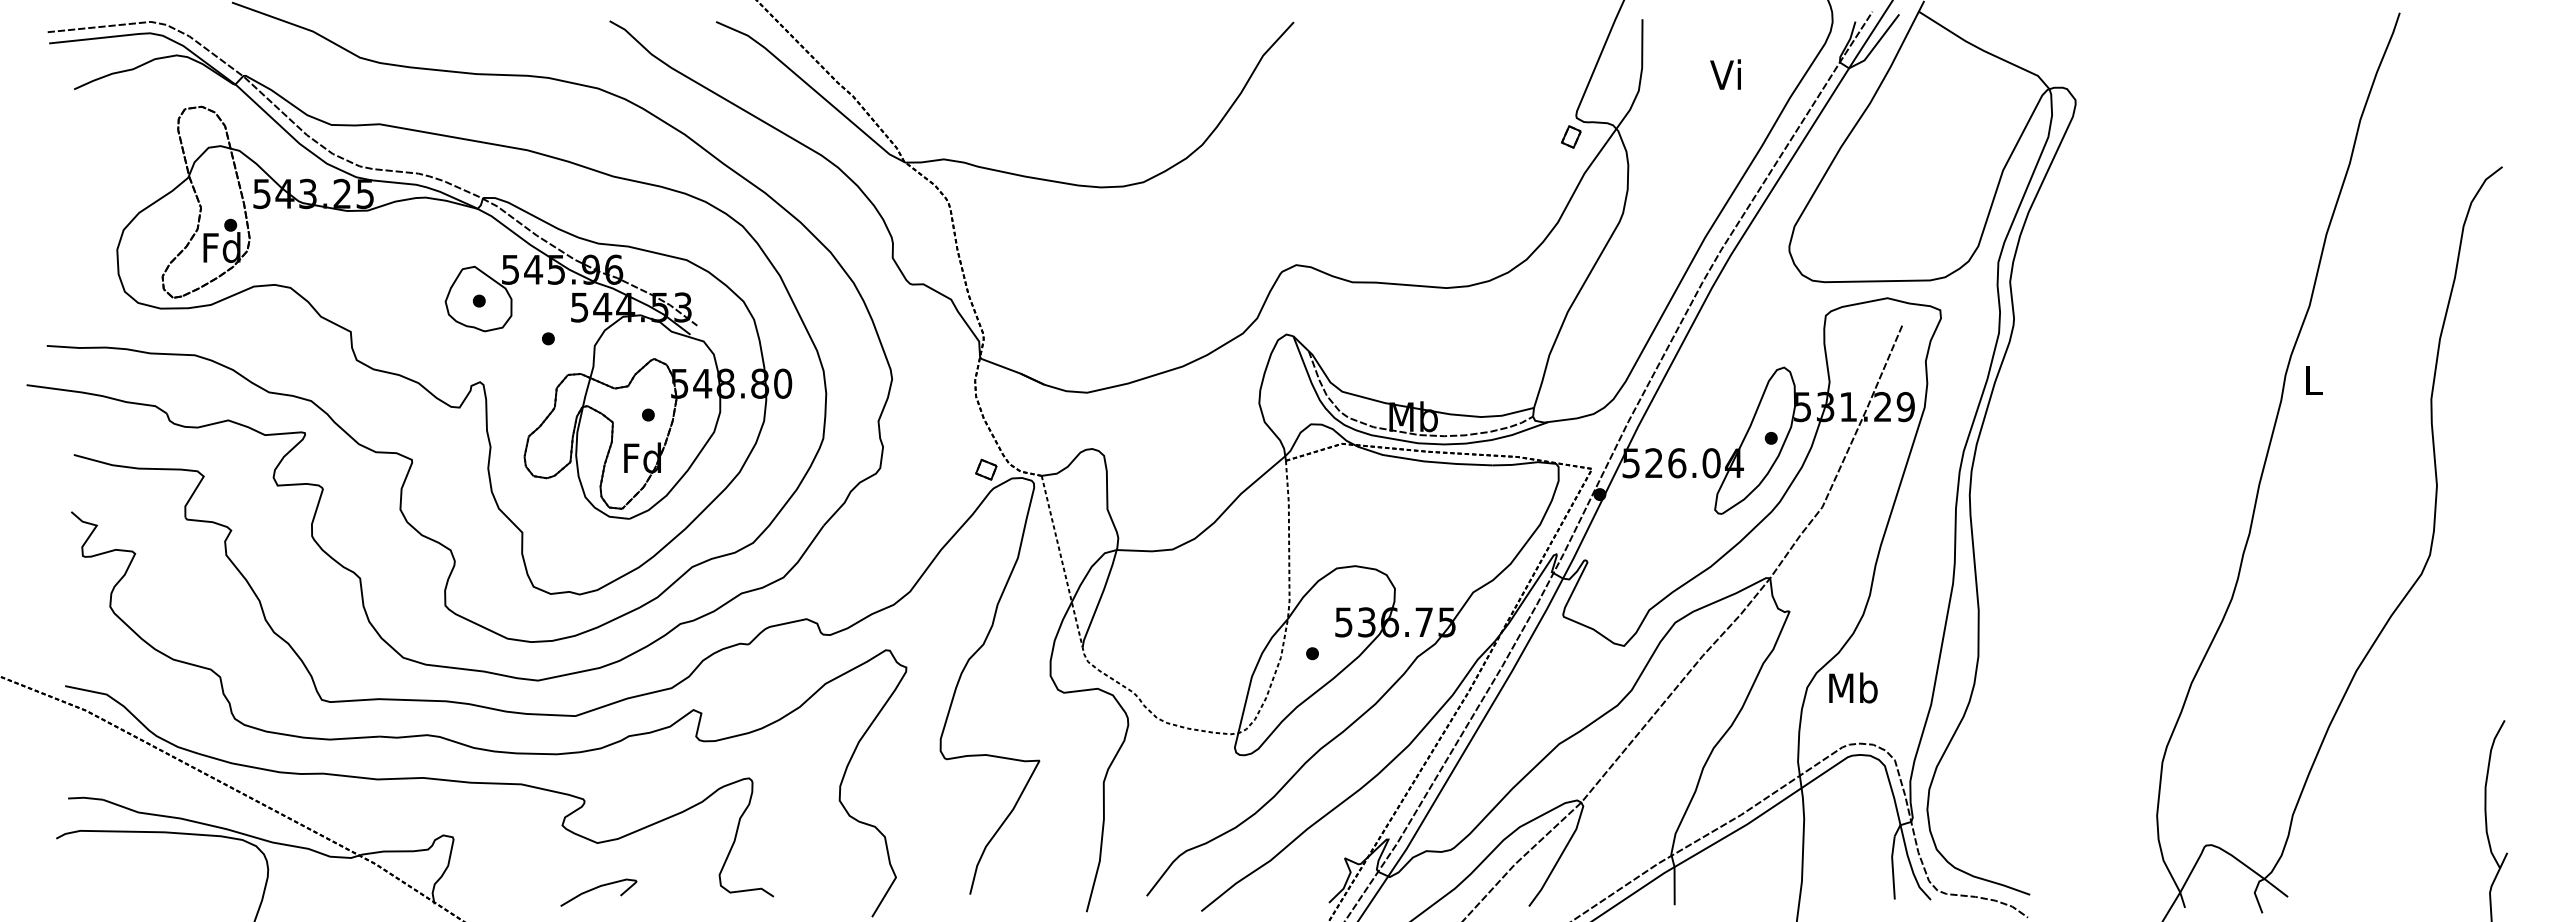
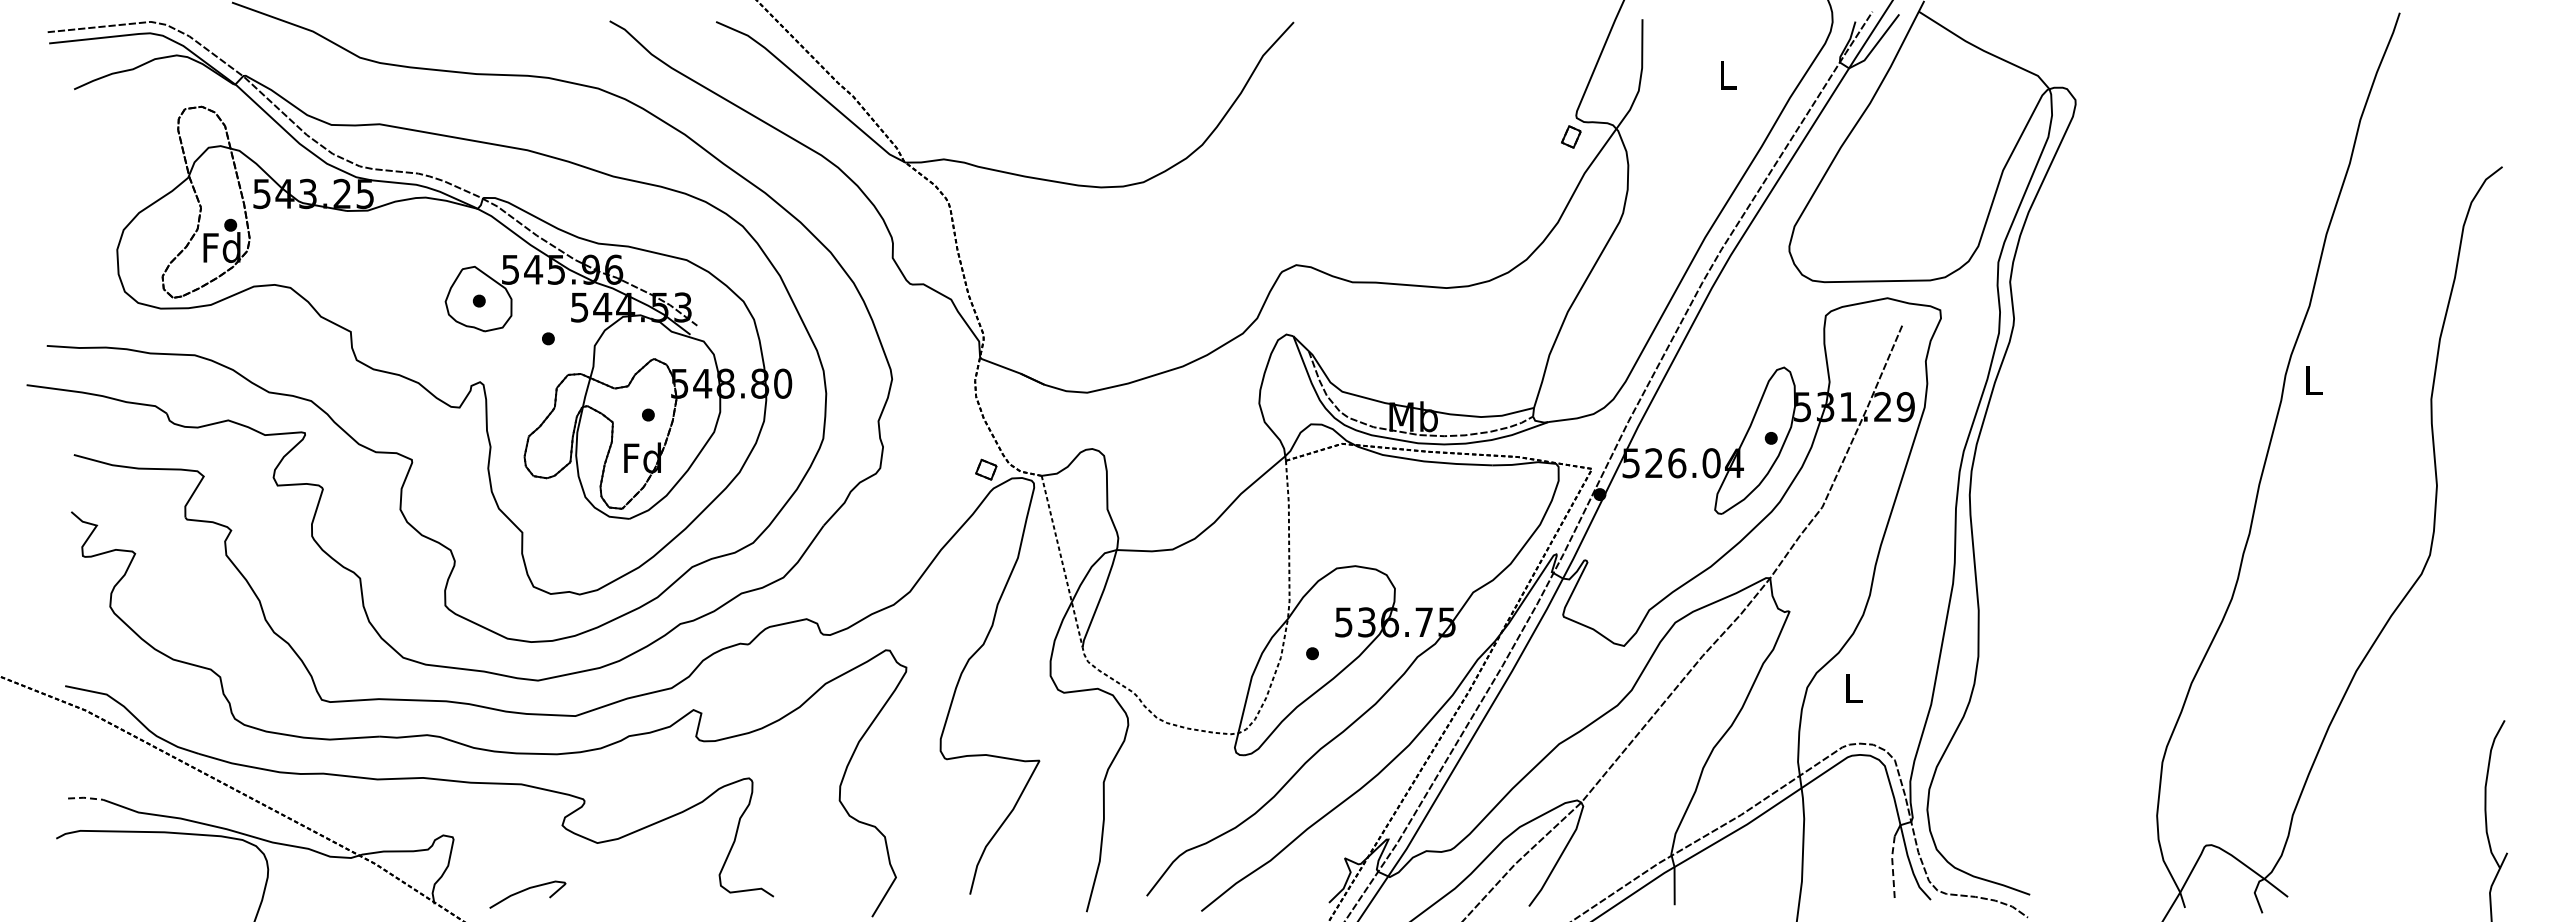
text at (1725, 74): Vi -> L
text at (1853, 687): Mb -> L
line at (85, 797): solid -> dashed
line at (1892, 867): solid -> dashed
curve at (597, 888) position: (597, 888) -> (526, 890)
